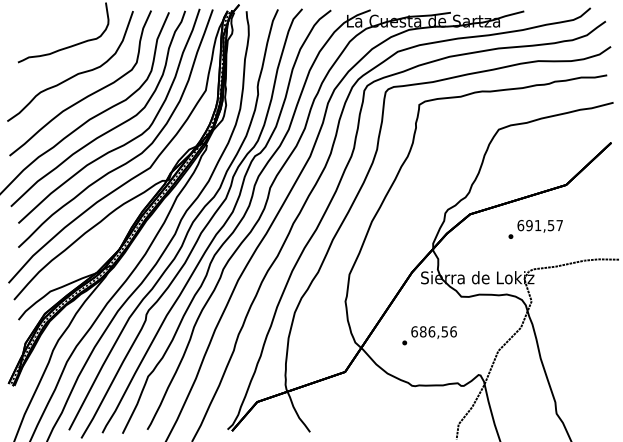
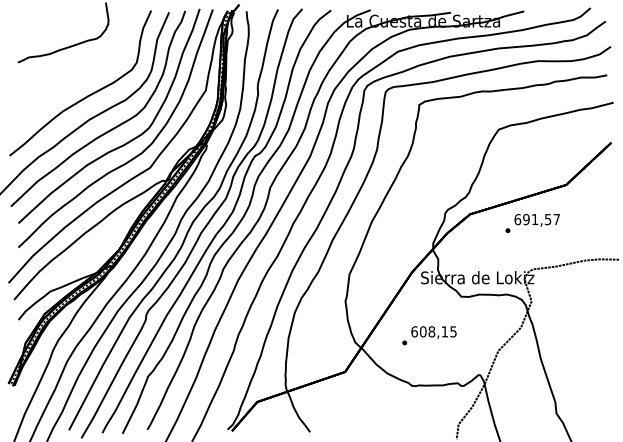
curve at (74, 74): present -> none
text at (535, 229) position: (535, 229) -> (532, 223)
text at (437, 331): 686,56 -> 608,15
